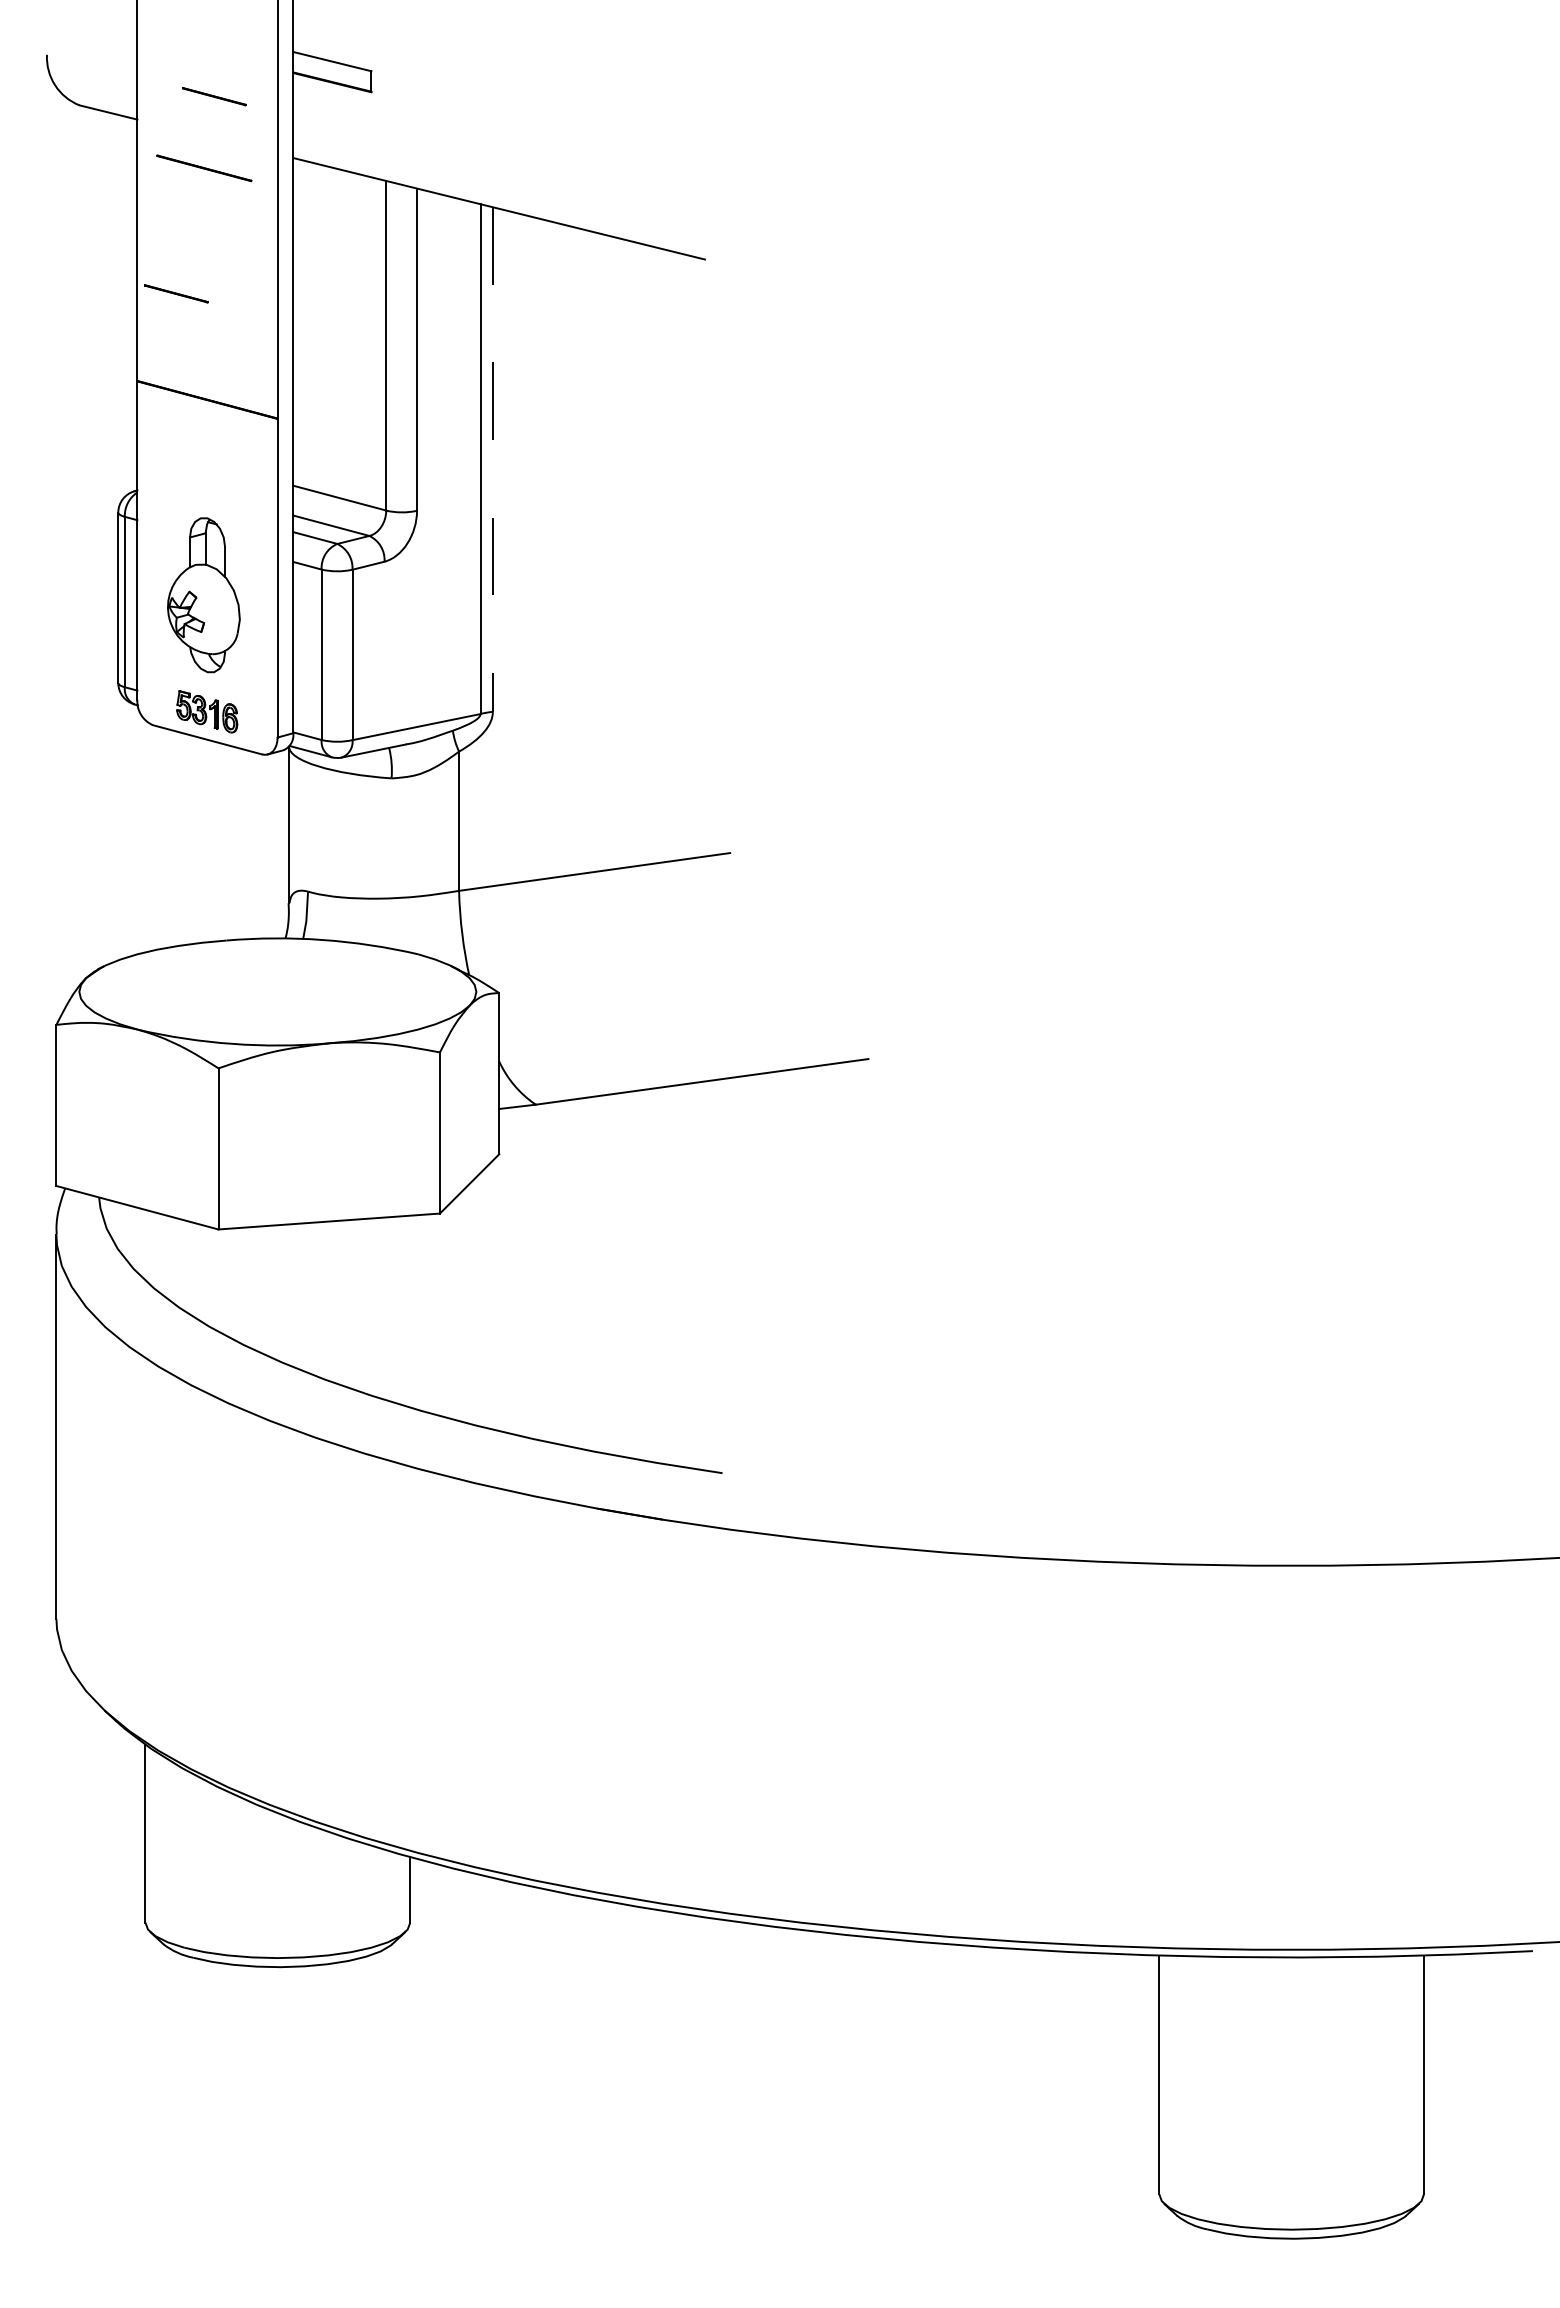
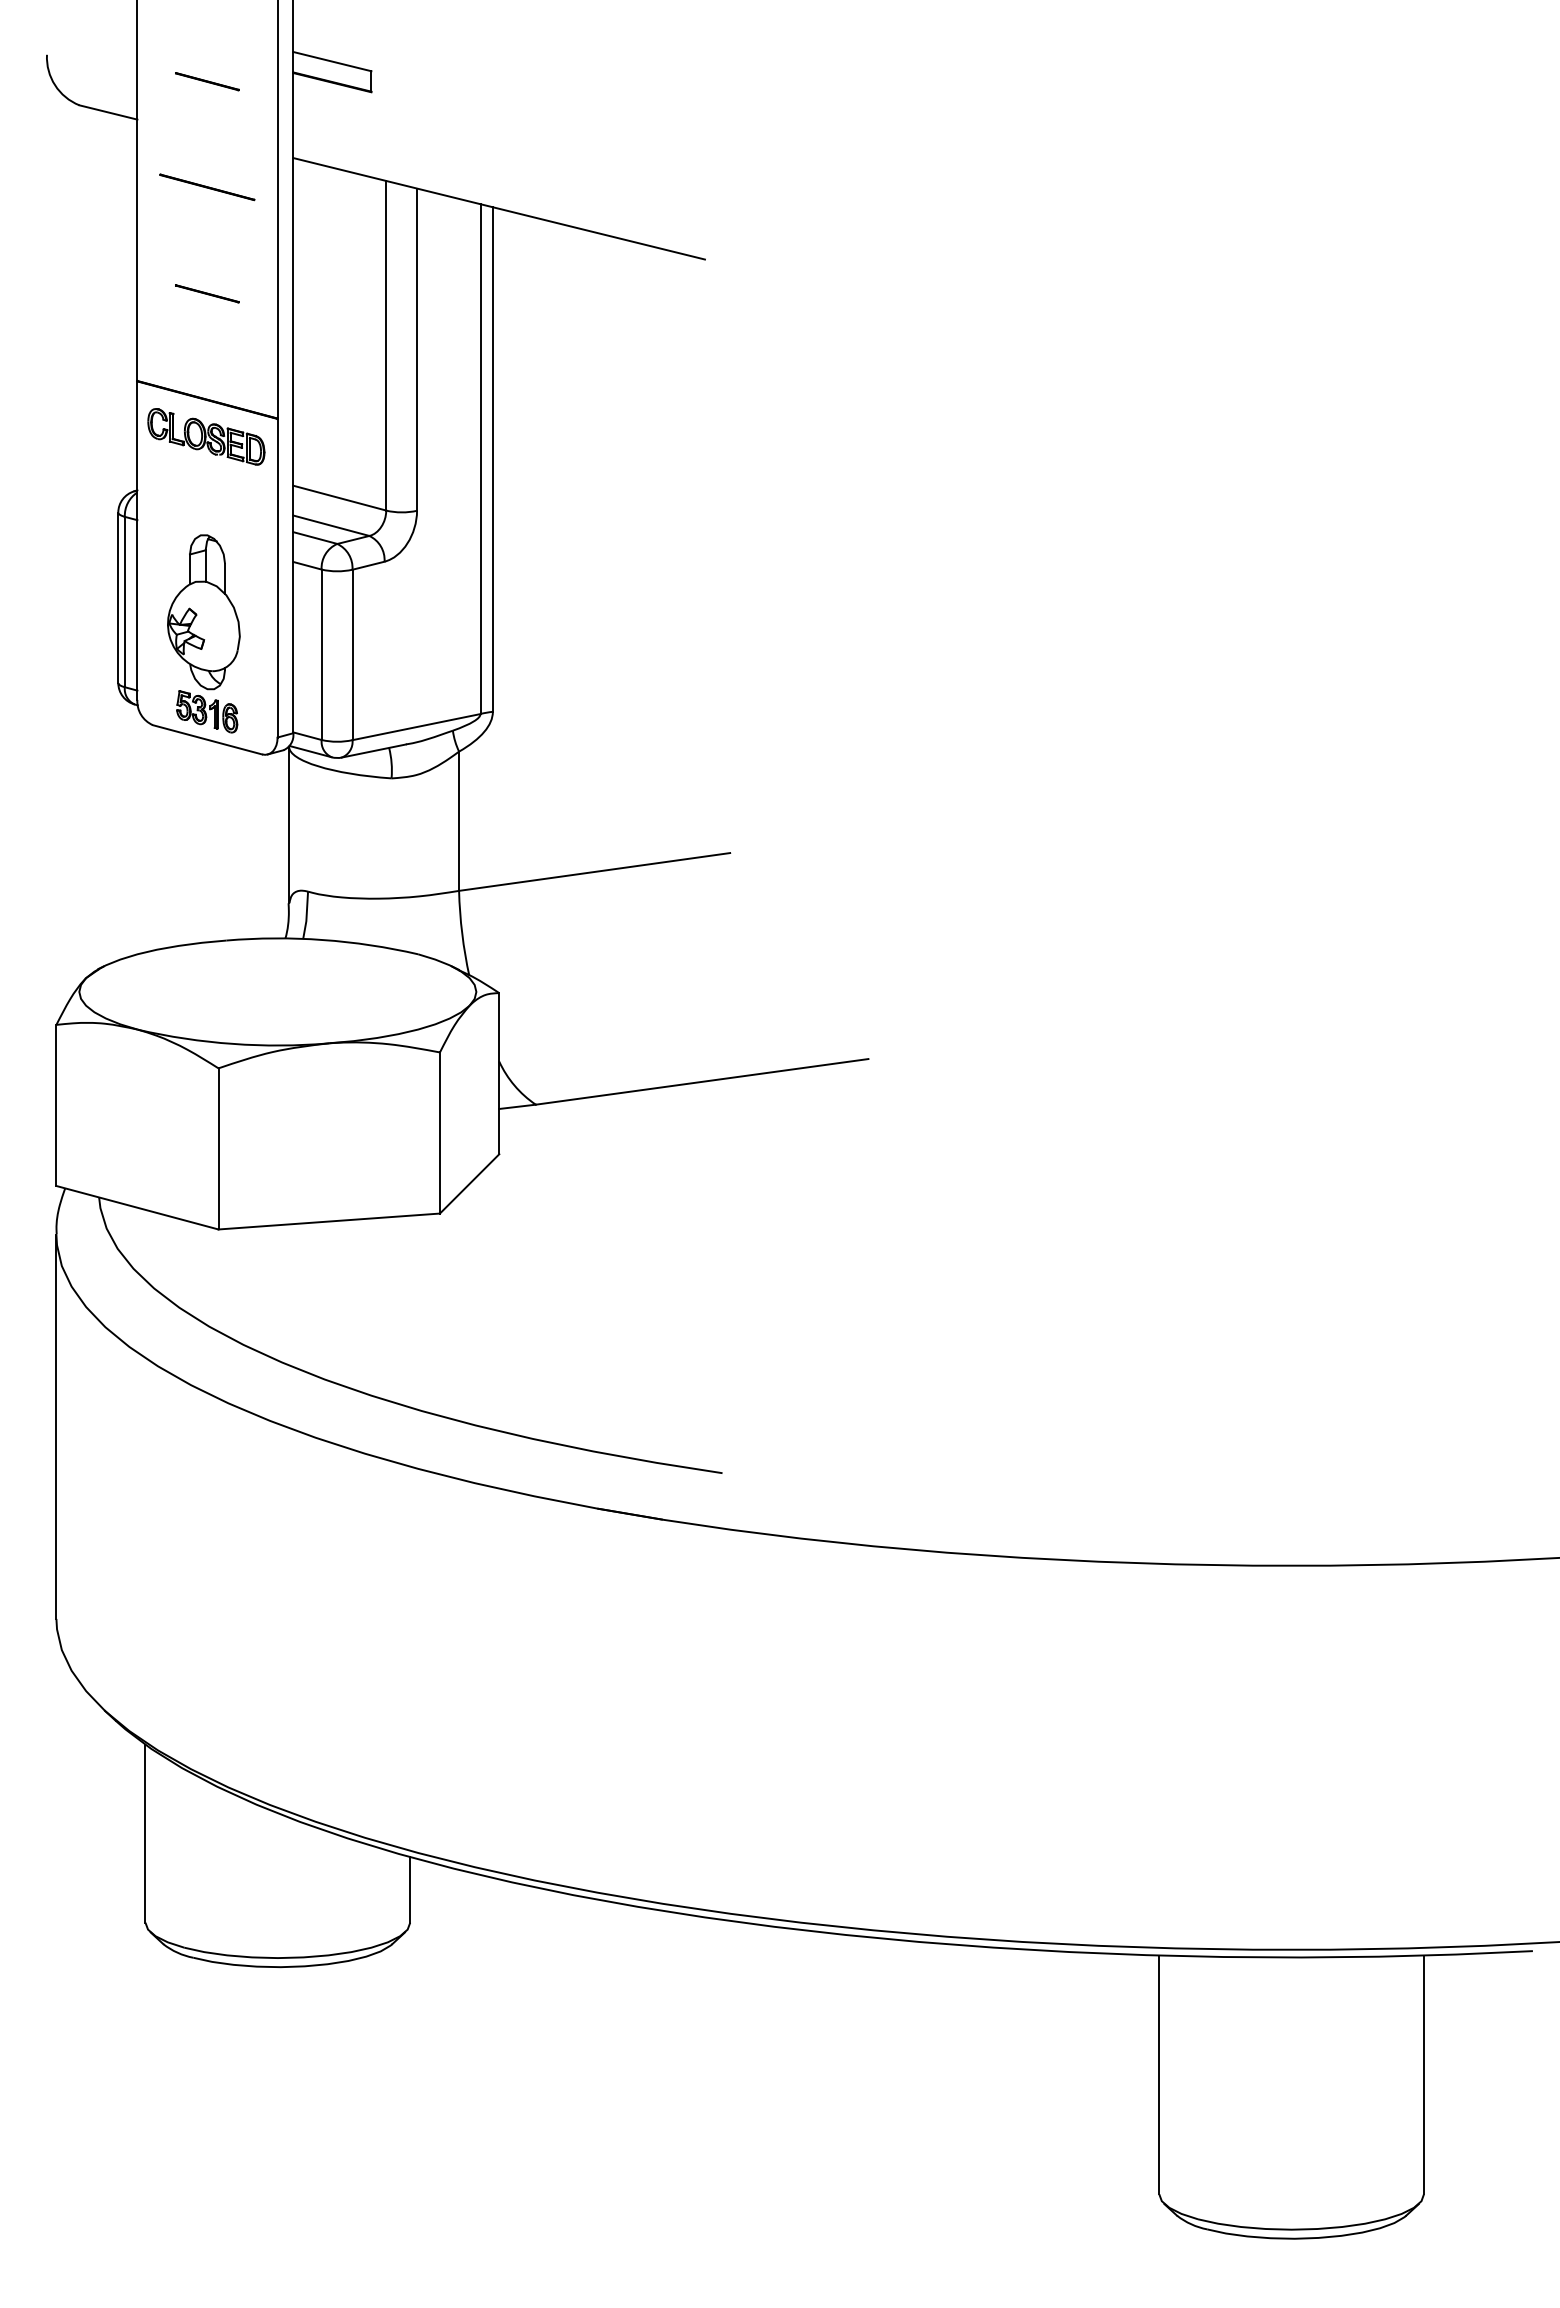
line at (214, 96) position: (214, 96) -> (207, 81)
line at (204, 168) position: (204, 168) -> (207, 187)
line at (176, 293) position: (176, 293) -> (207, 293)
part at (206, 436): none -> present
line at (492, 460): dashed -> solid
part at (203, 595) position: (203, 595) -> (203, 612)
